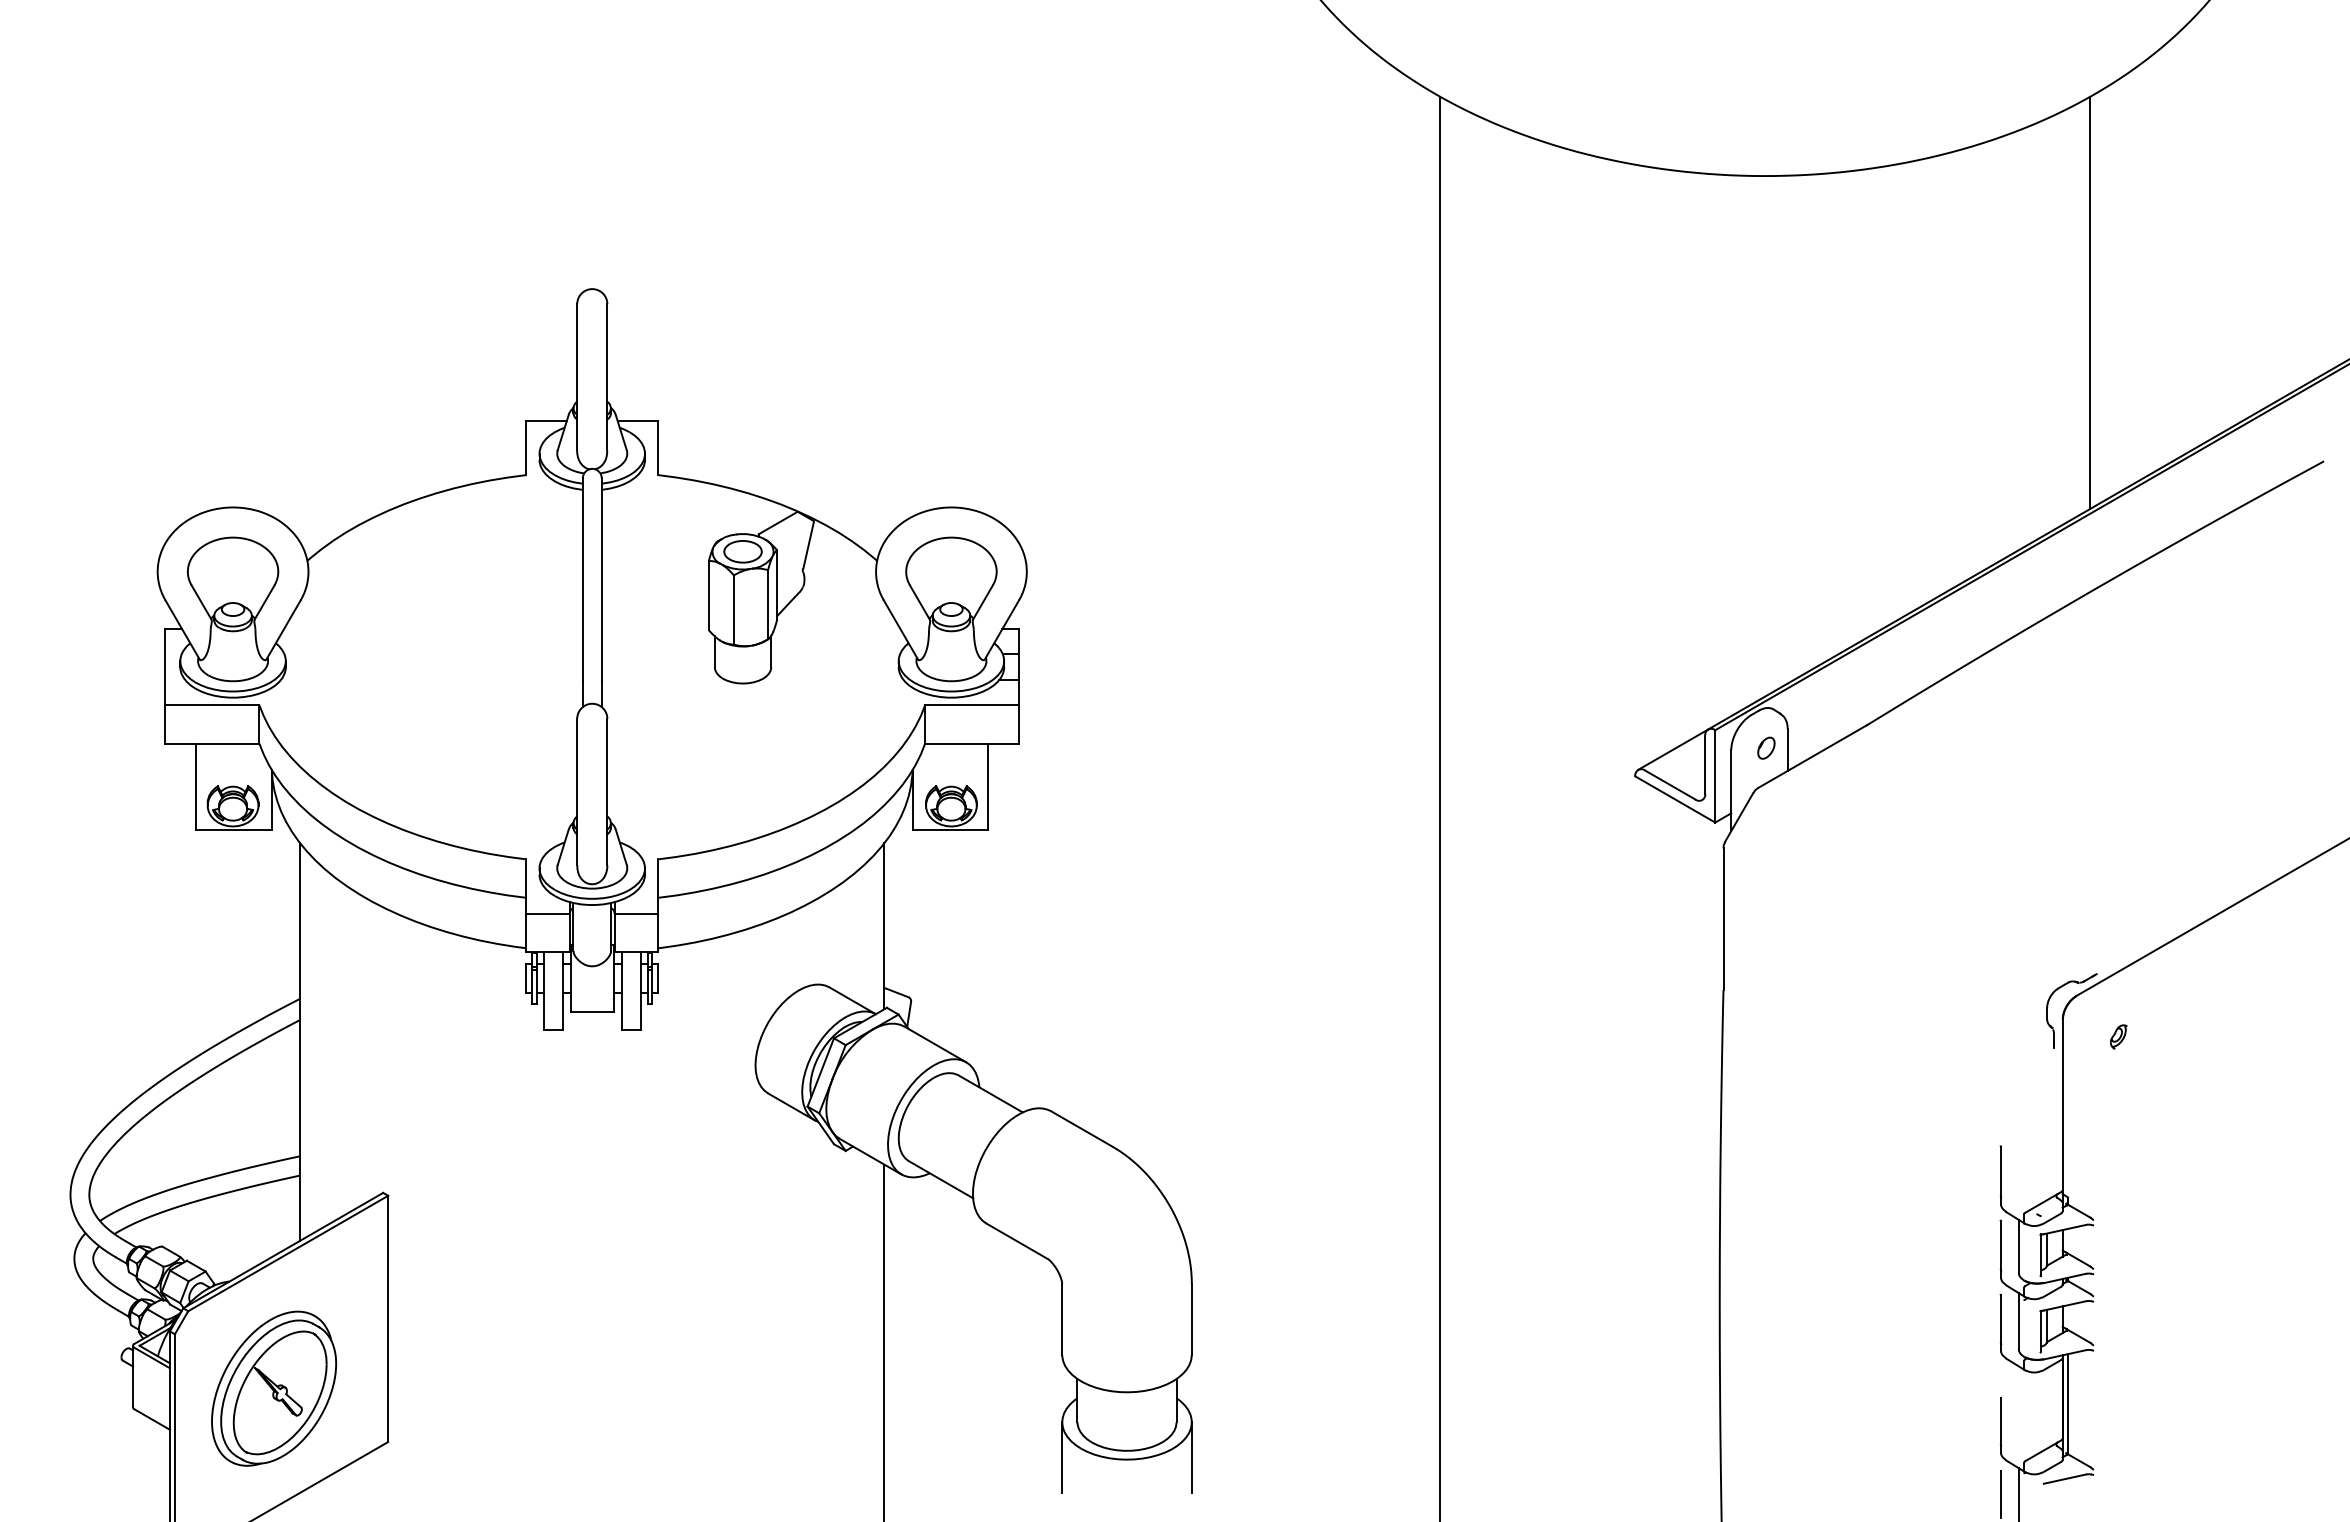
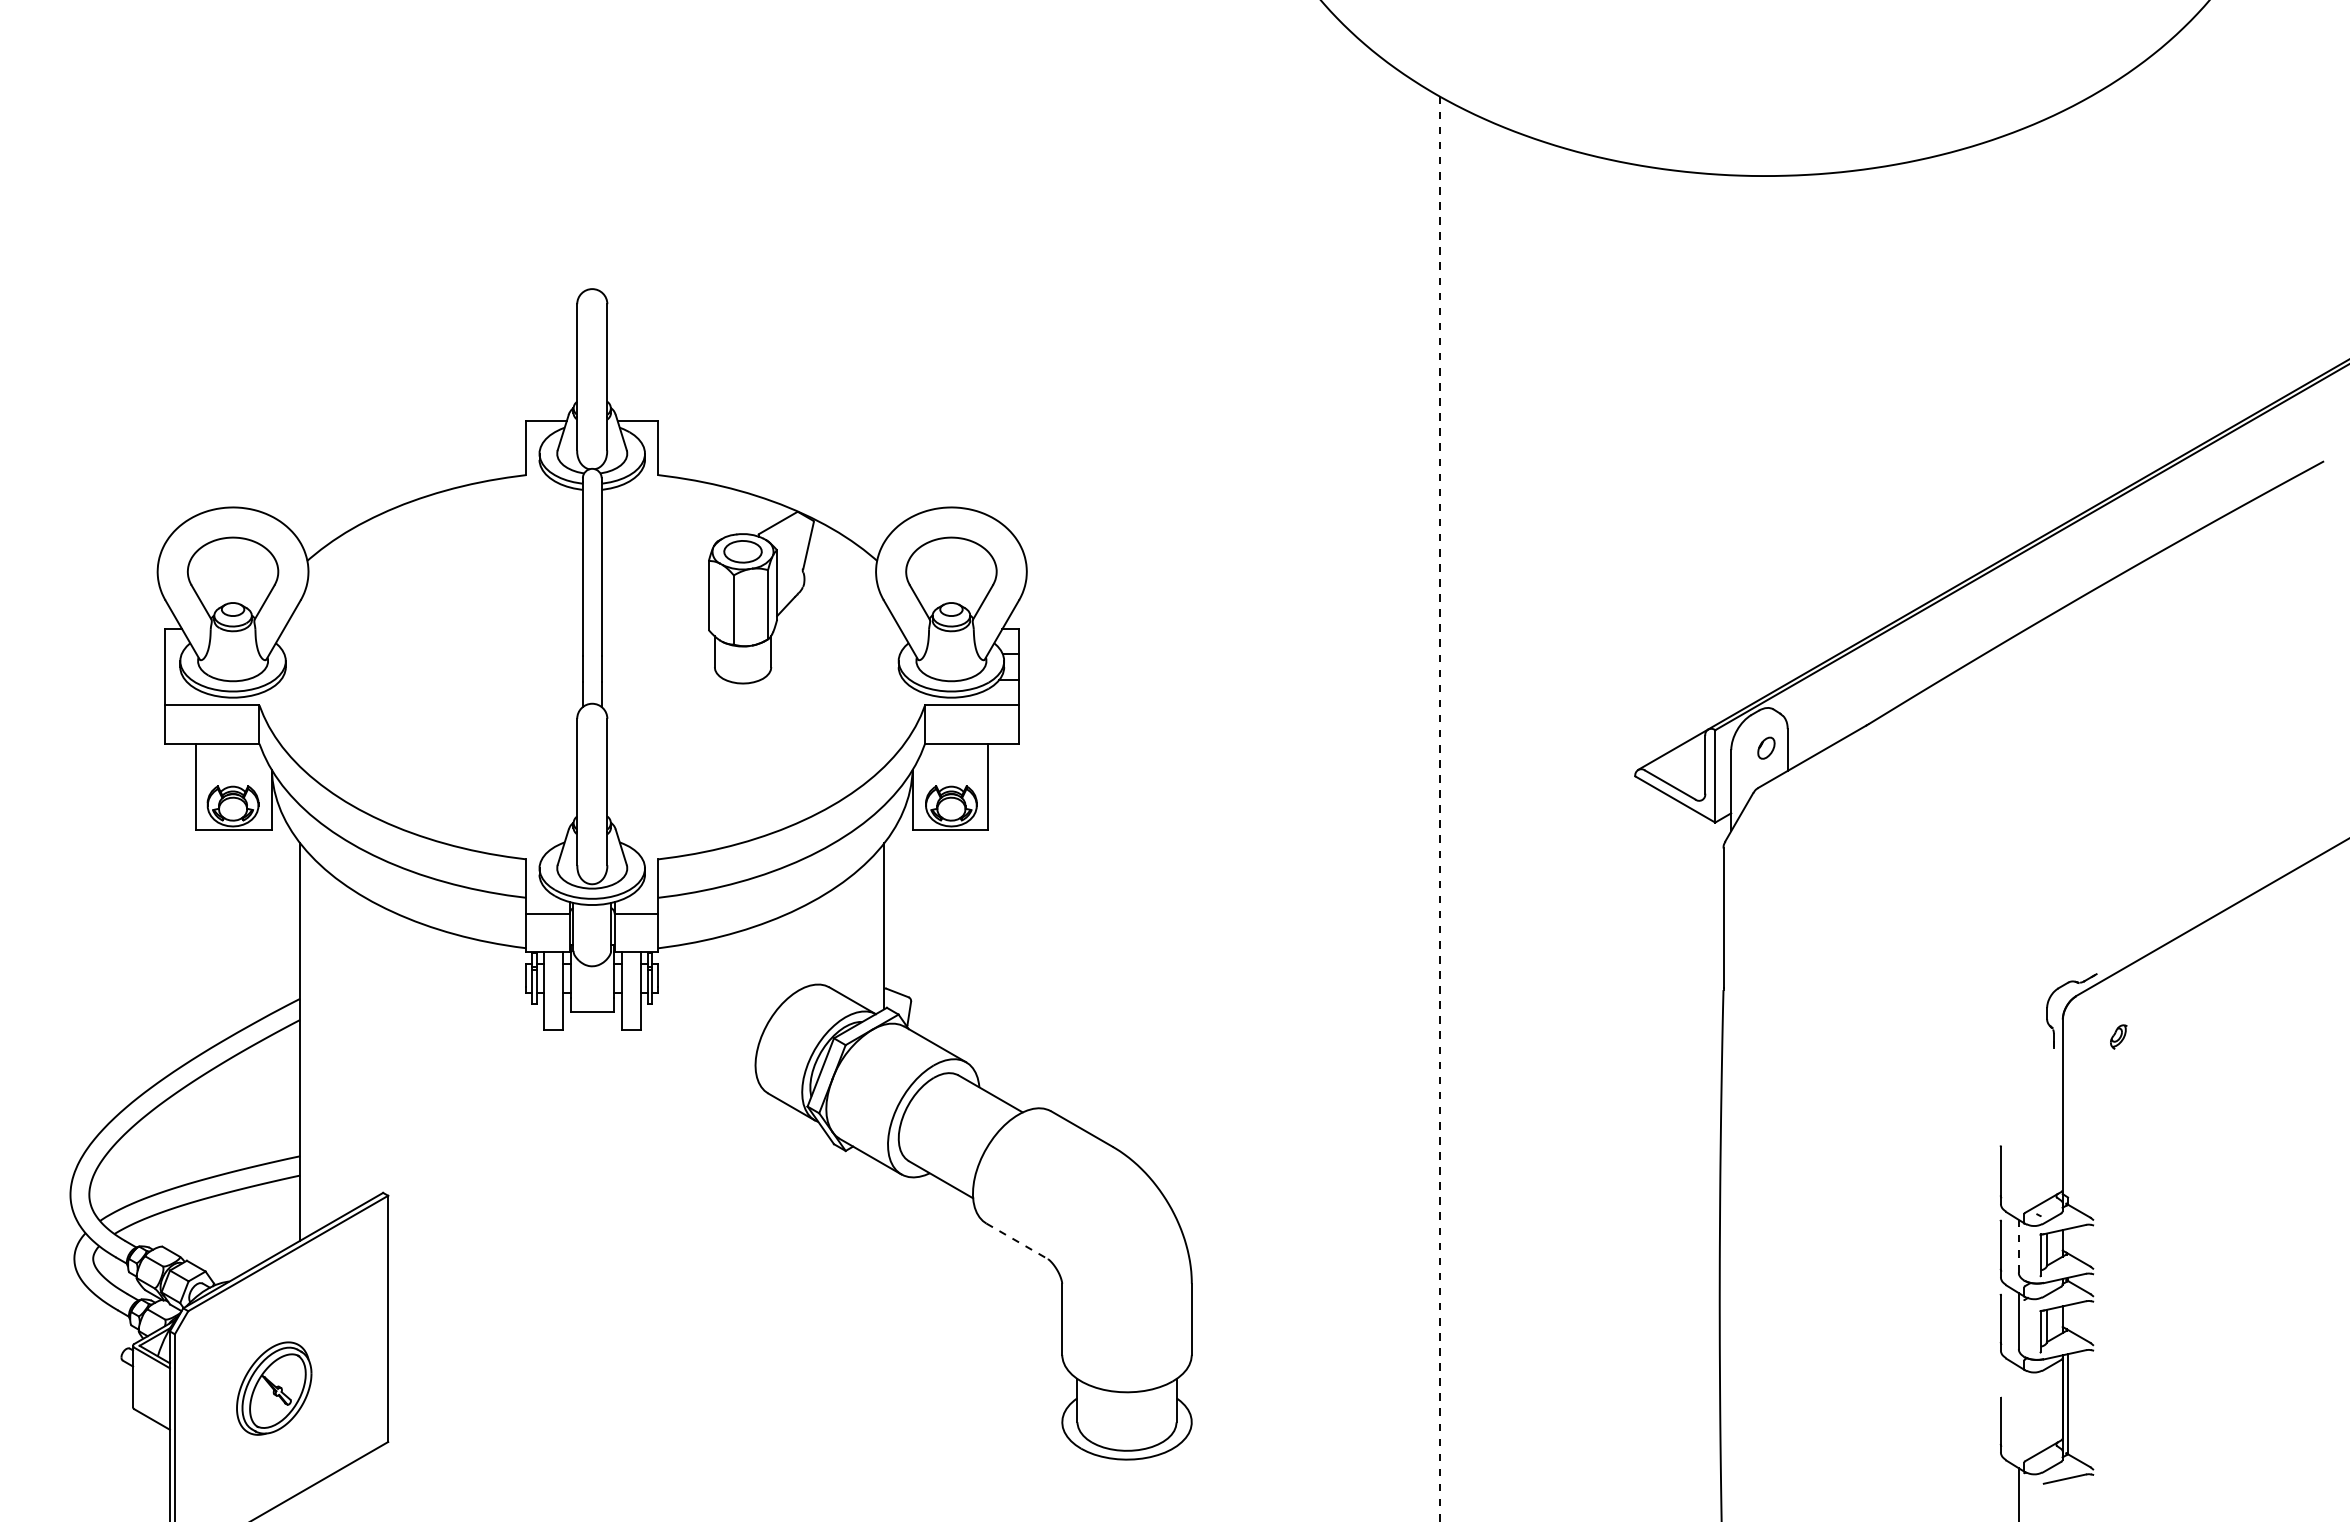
line at (2090, 302): present -> none
line at (1440, 809): solid -> dashed
line at (1017, 1241): solid -> dashed
line at (2018, 1246): solid -> dashed
line at (884, 1341): present -> none
part at (274, 1388) size: 127x157 px -> 77x95 px
line at (1062, 1457): present -> none
line at (1191, 1457): present -> none
line at (2000, 1494): present -> none
